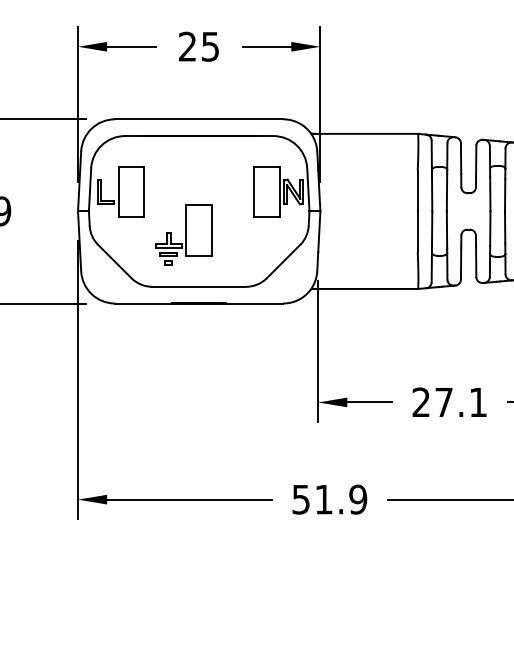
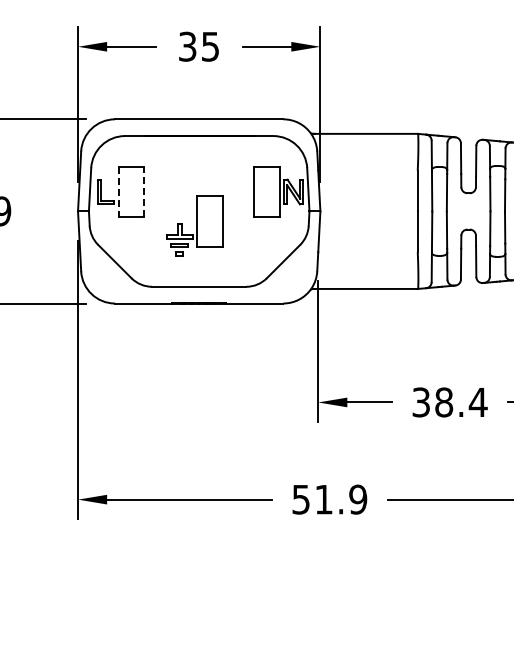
text at (187, 46): 25 -> 35
line at (144, 191): solid -> dashed
line at (118, 192): solid -> dashed
part at (183, 234) position: (183, 234) -> (194, 225)
text at (449, 402): 27.1 -> 38.4
